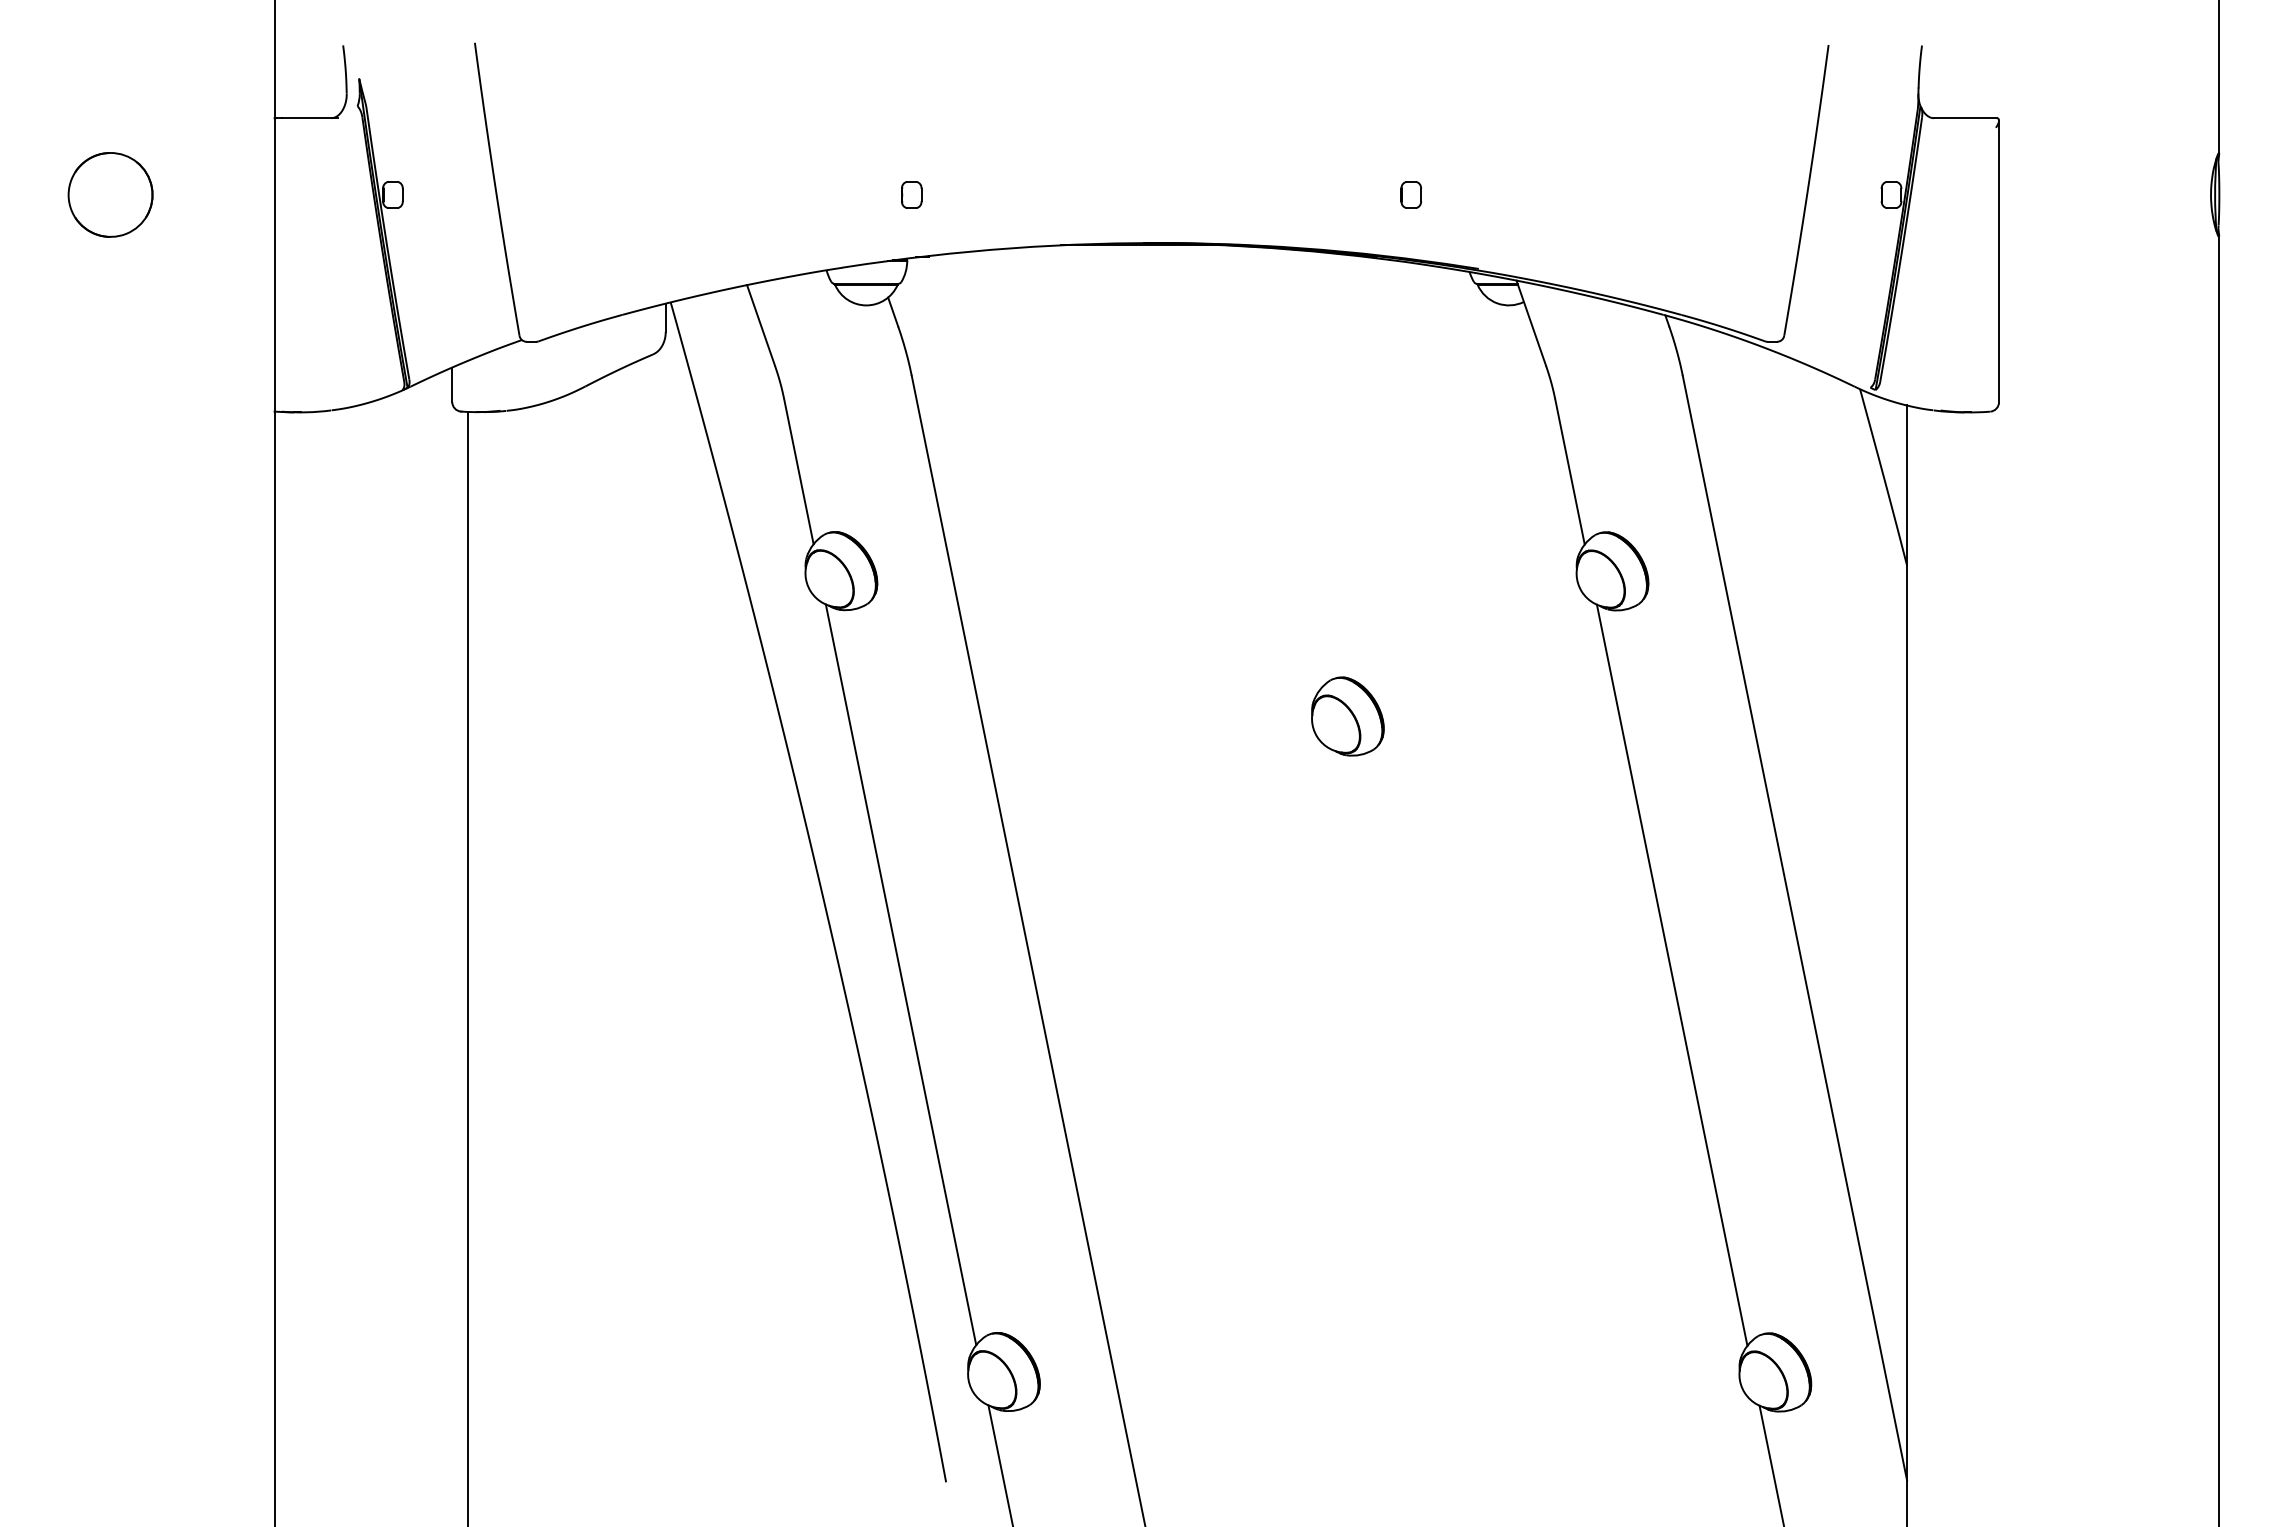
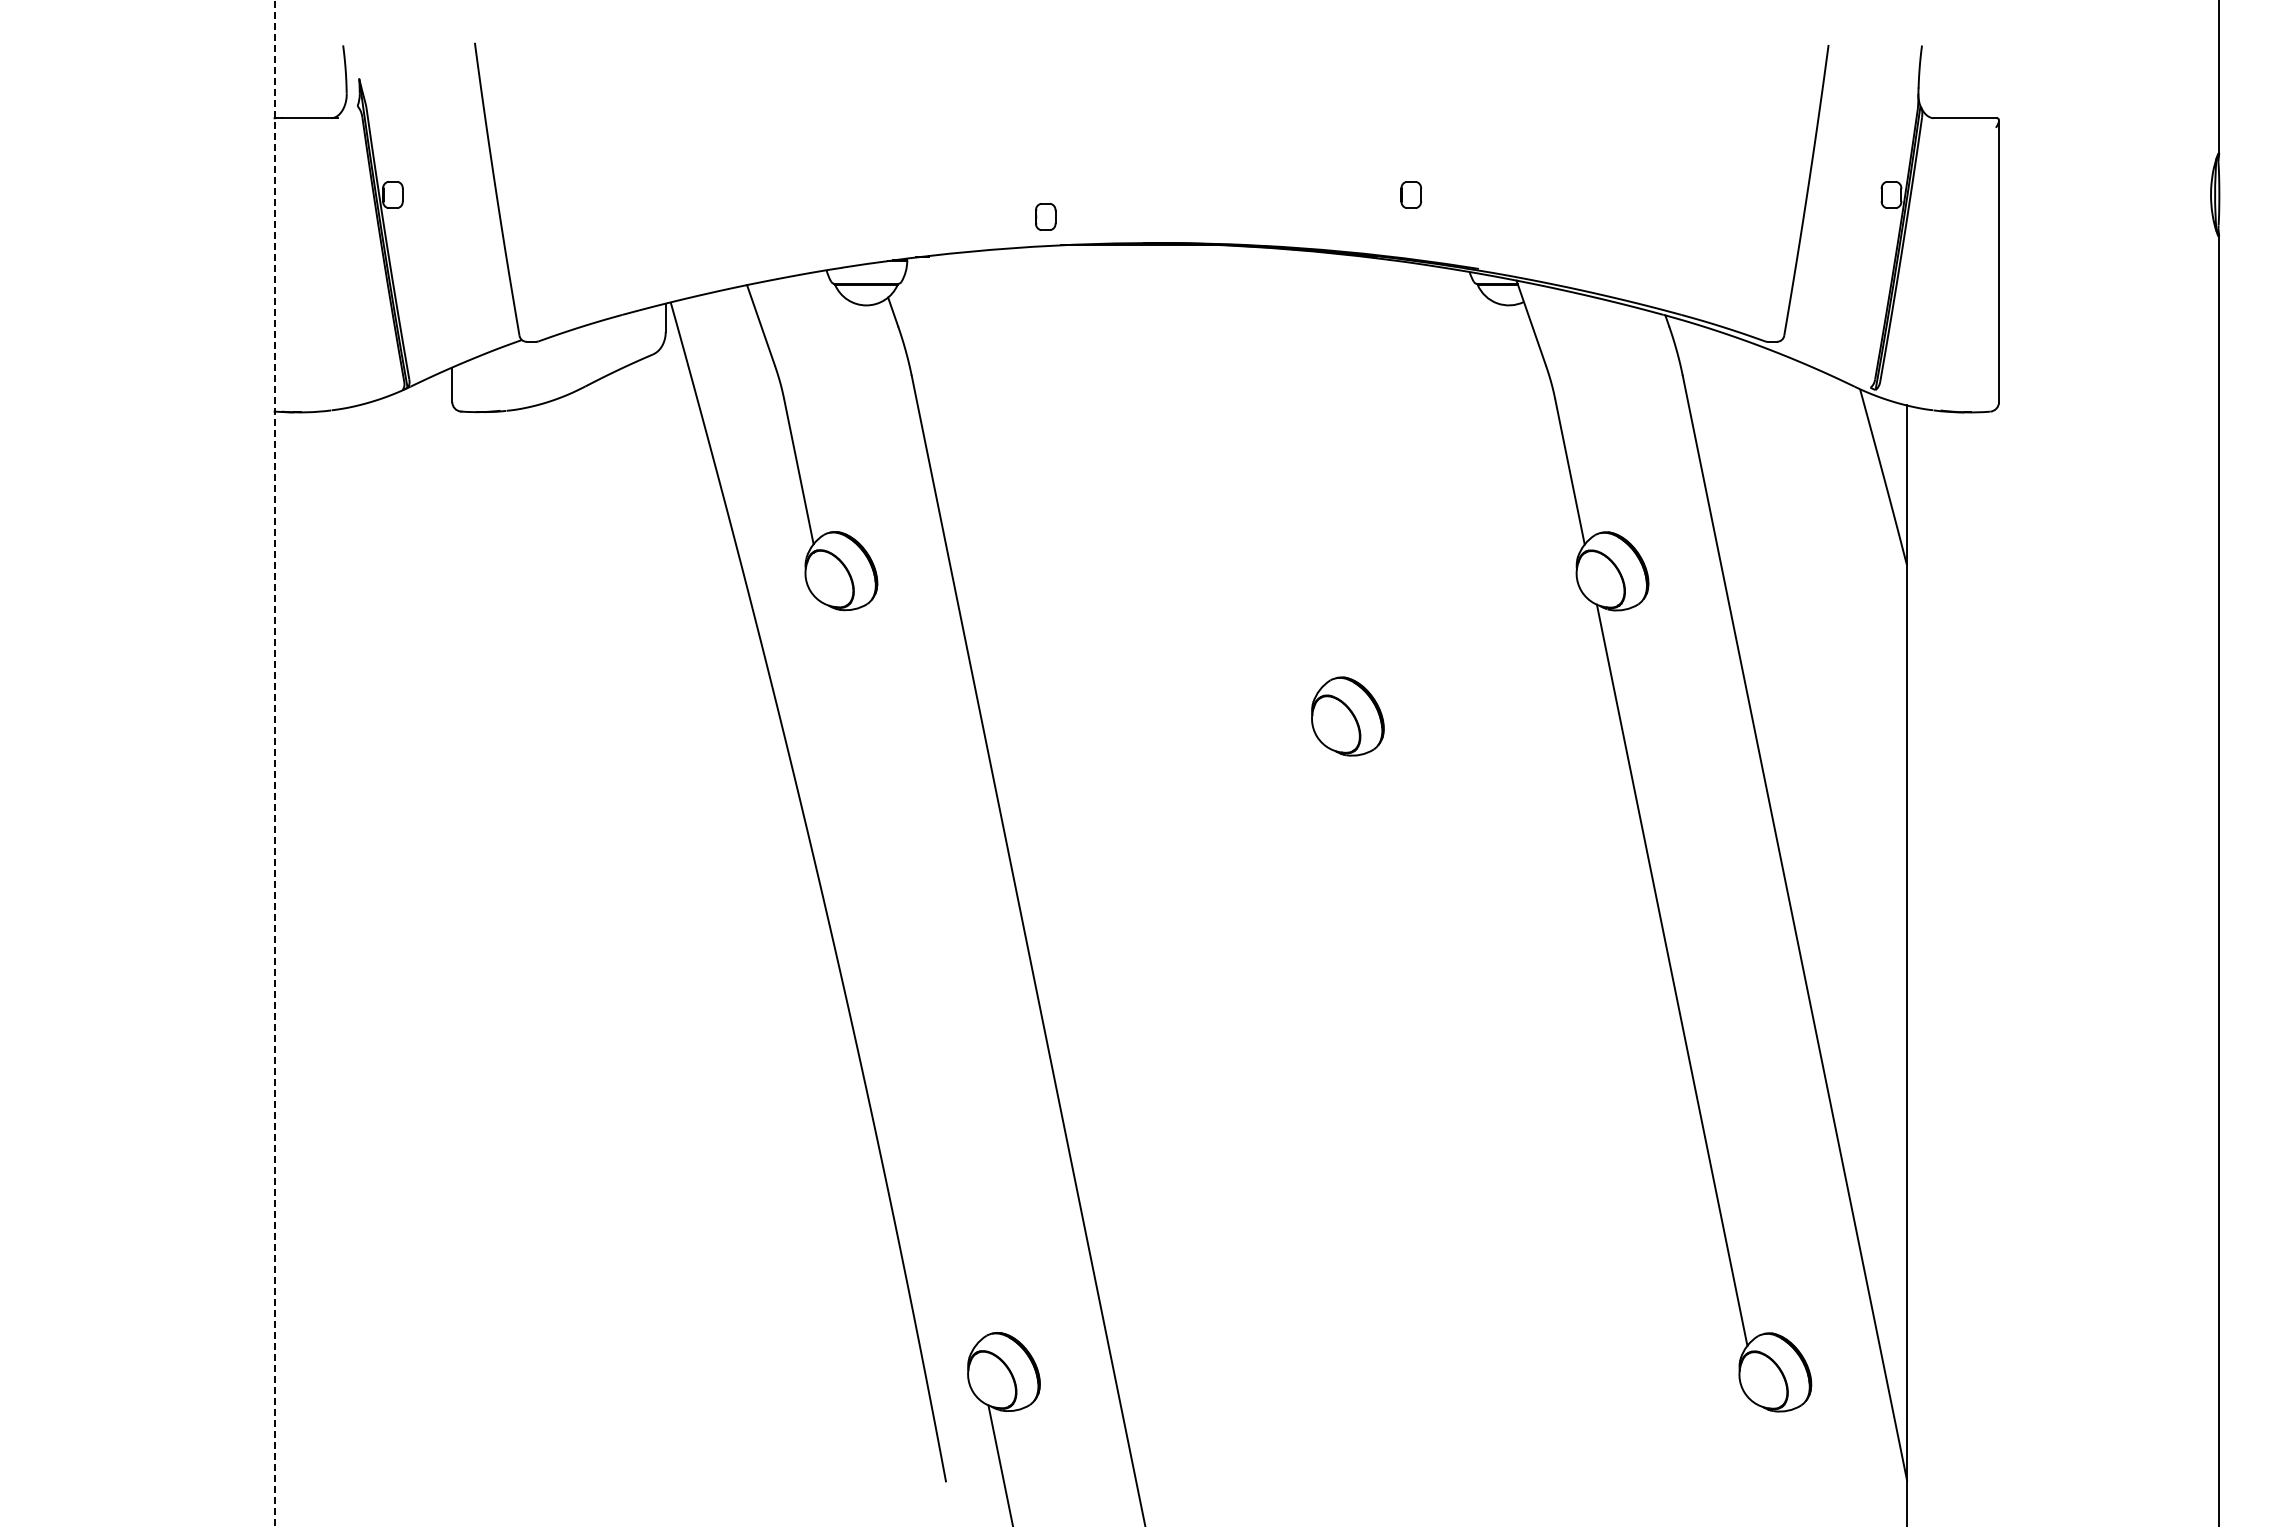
part at (110, 194): present -> none
part at (911, 194) position: (911, 194) -> (1045, 216)
line at (274, 763): solid -> dashed
line at (468, 967): present -> none
line at (900, 974): present -> none
line at (1771, 1464): present -> none
